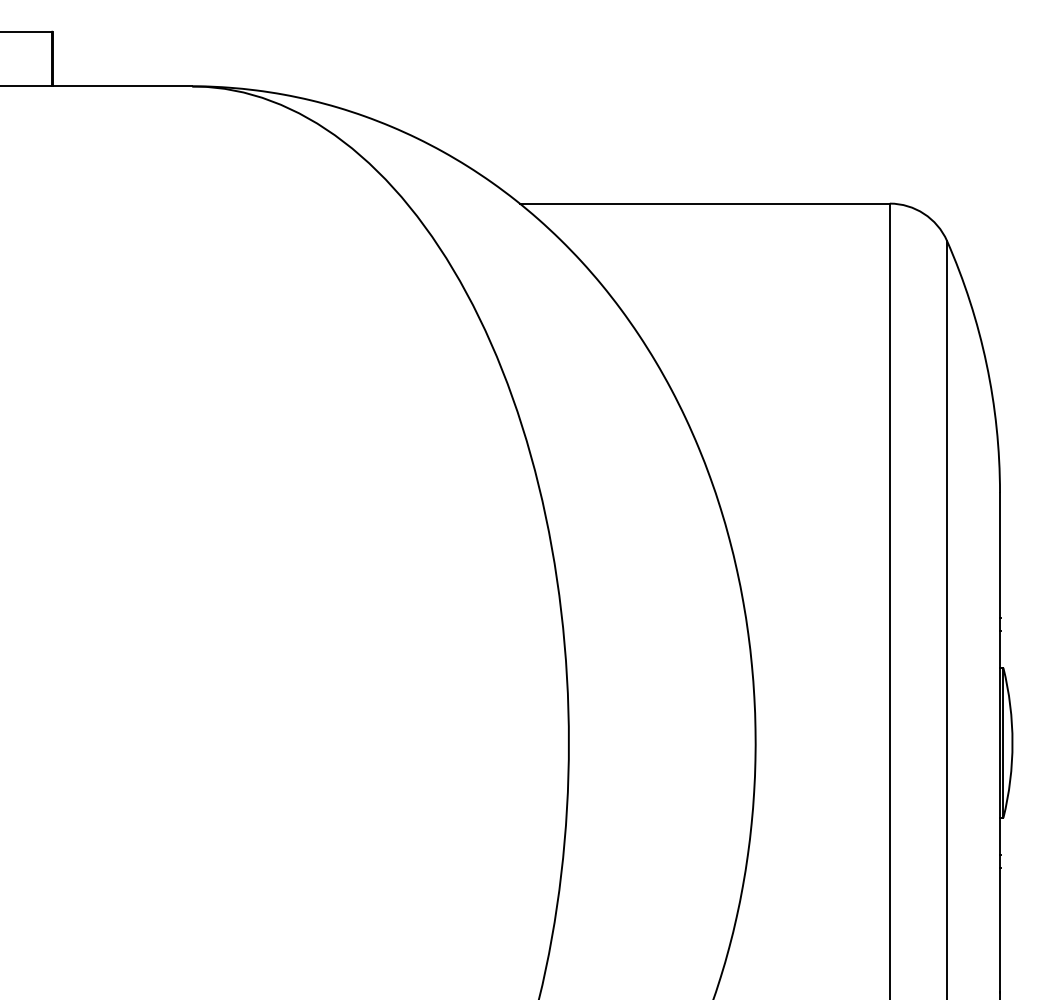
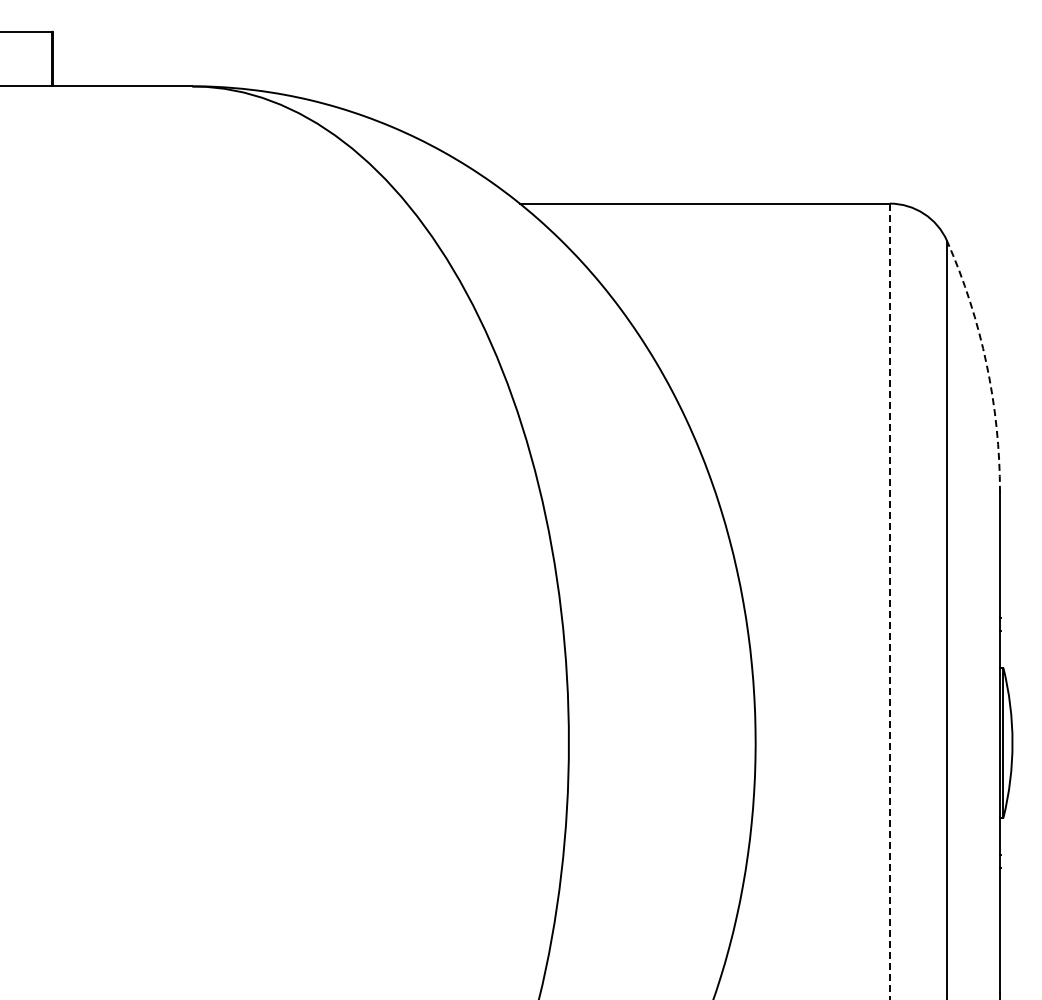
arc at (986, 364): solid -> dashed
line at (889, 601): solid -> dashed
